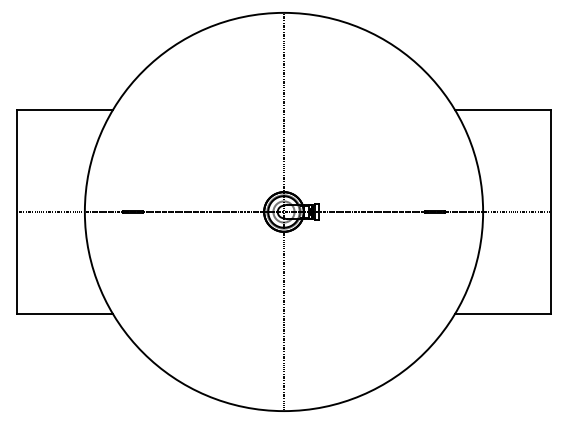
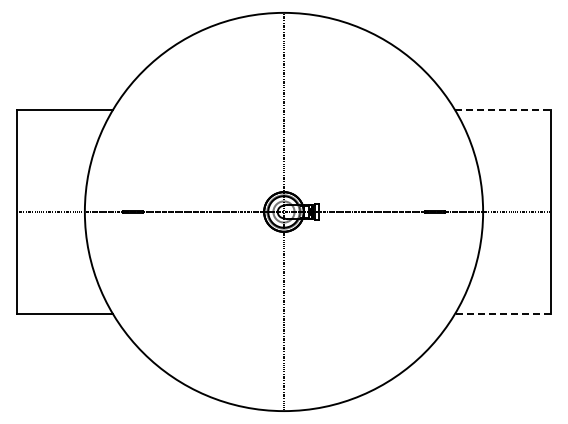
line at (503, 110): solid -> dashed
line at (503, 313): solid -> dashed
